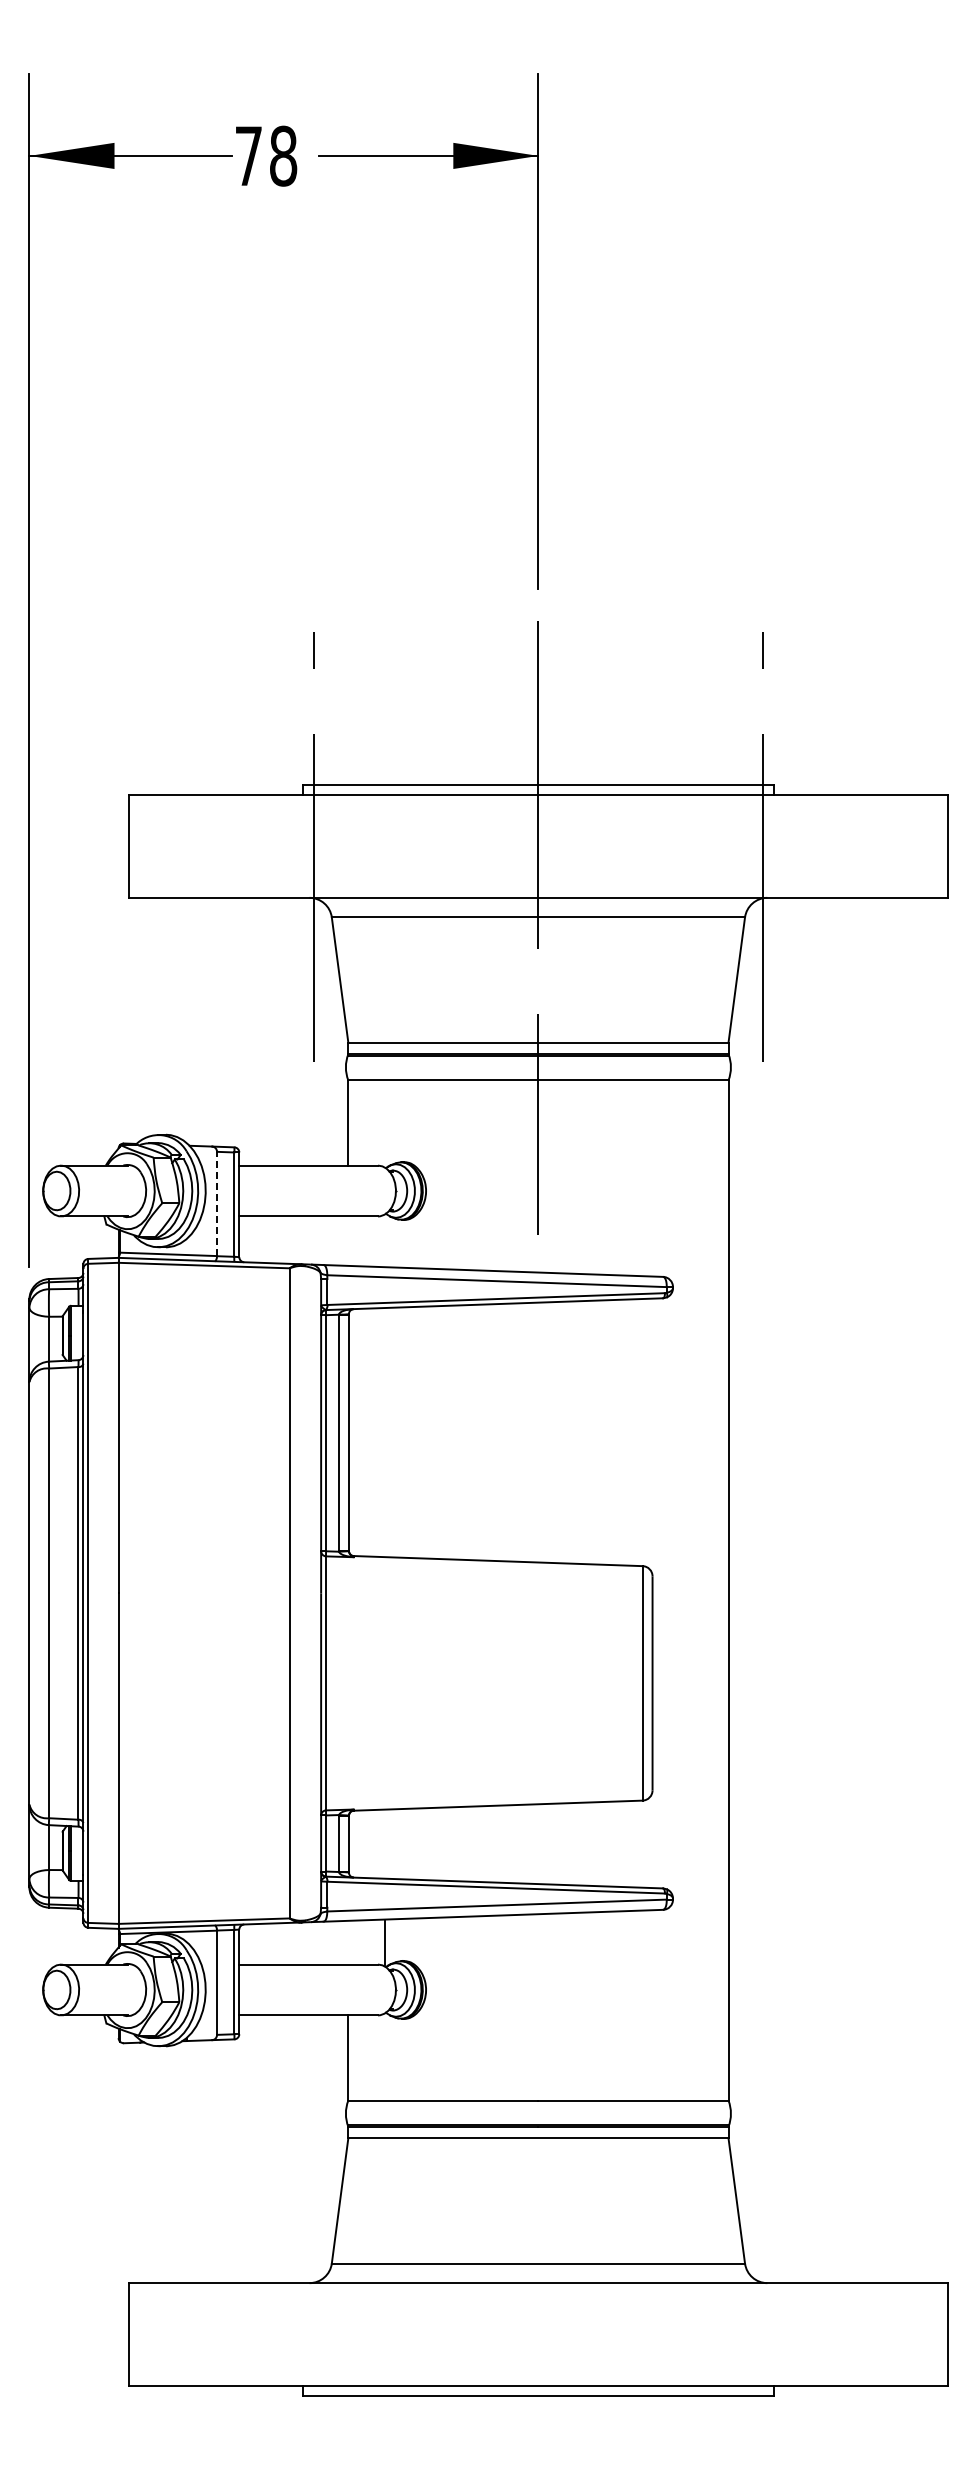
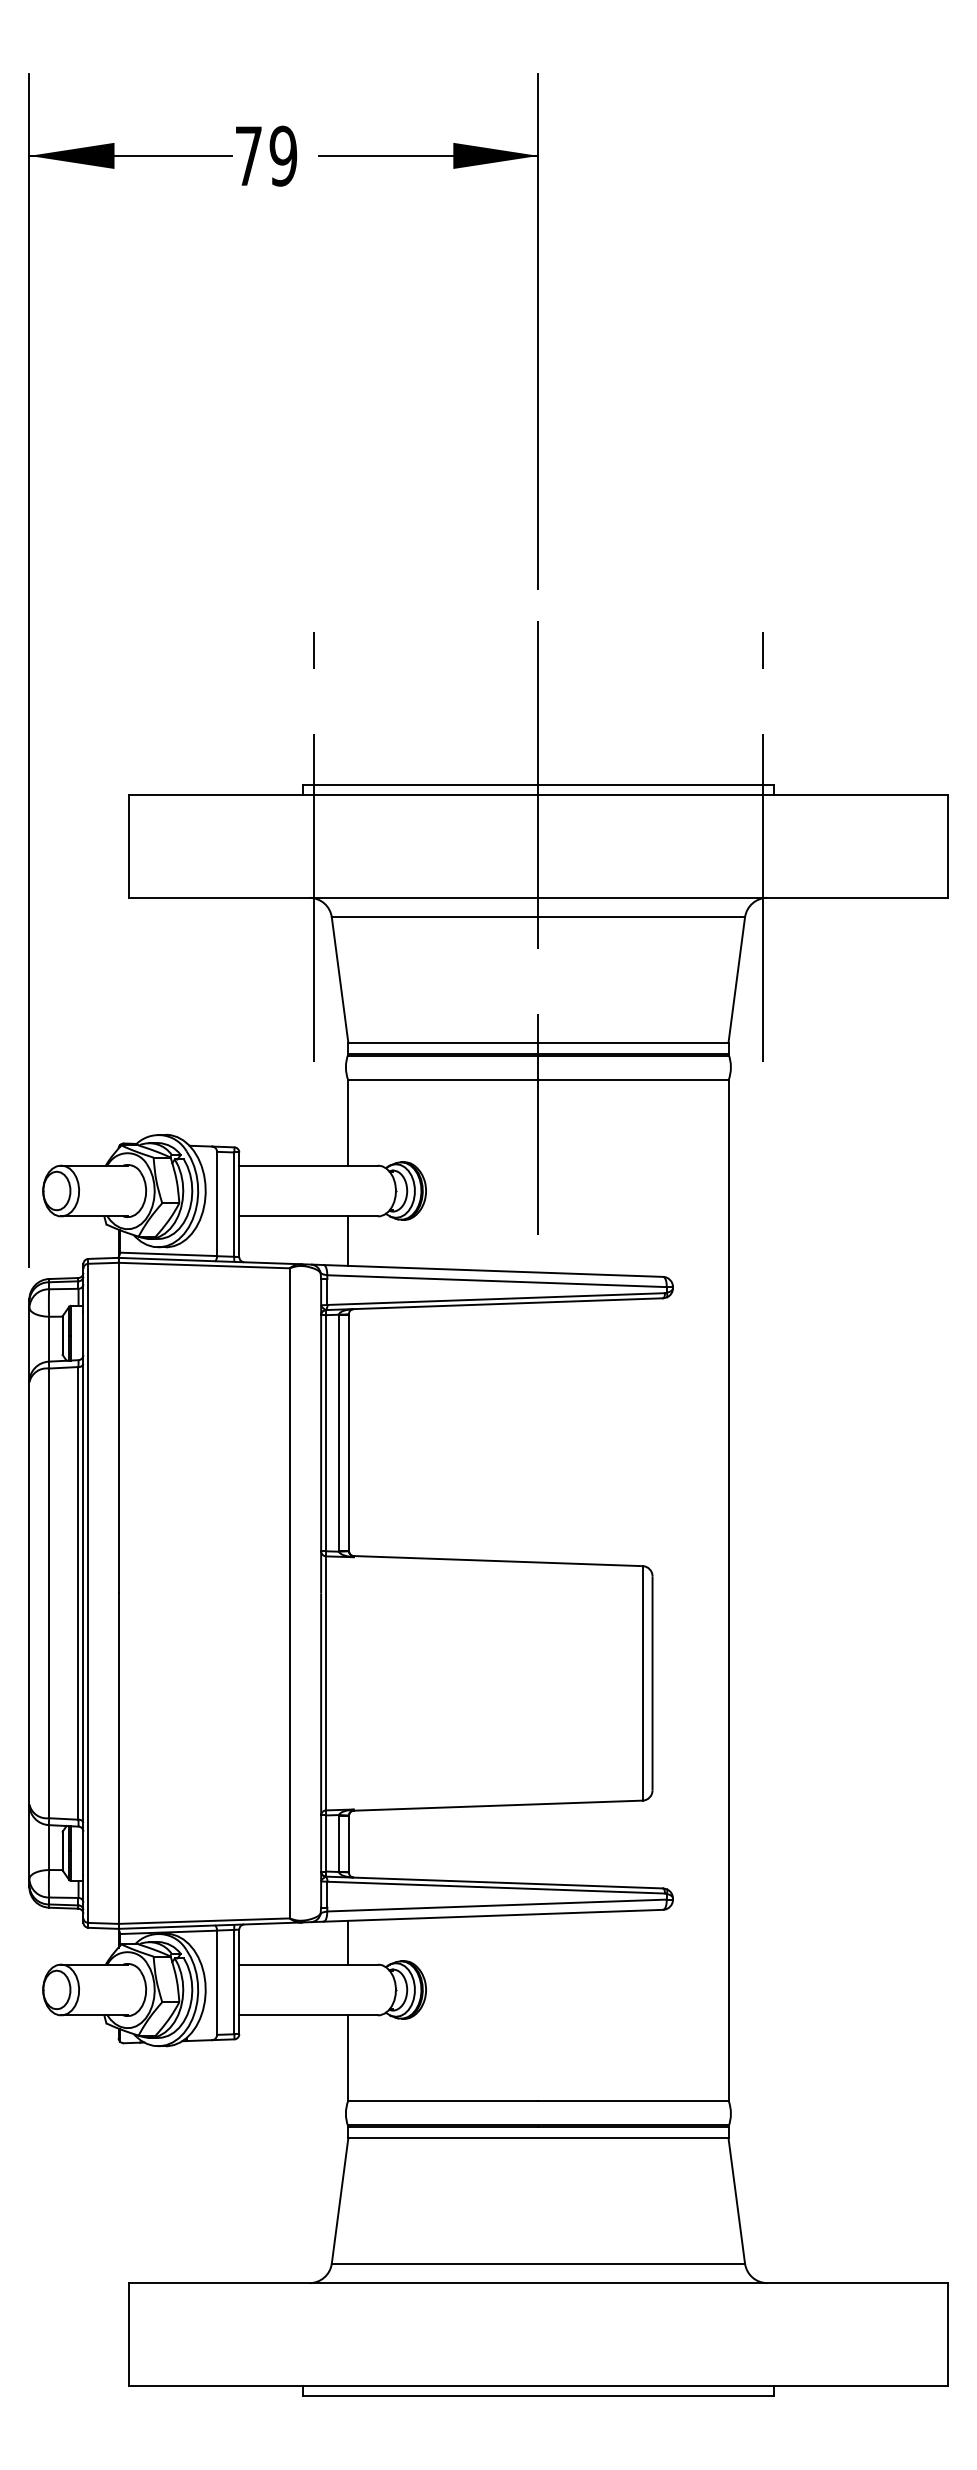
text at (283, 155): 78 -> 79
line at (217, 1203): dashed -> solid
line at (348, 1240): none -> present
line at (385, 1942) position: (385, 1942) -> (348, 1942)
